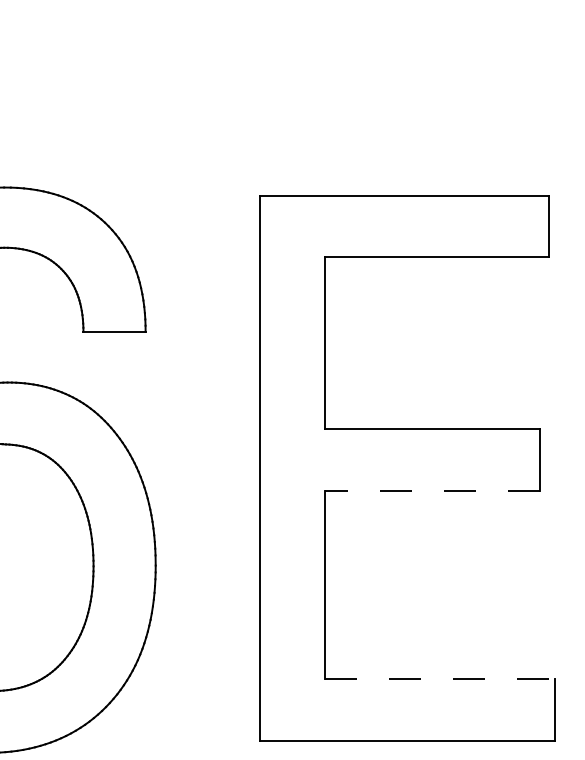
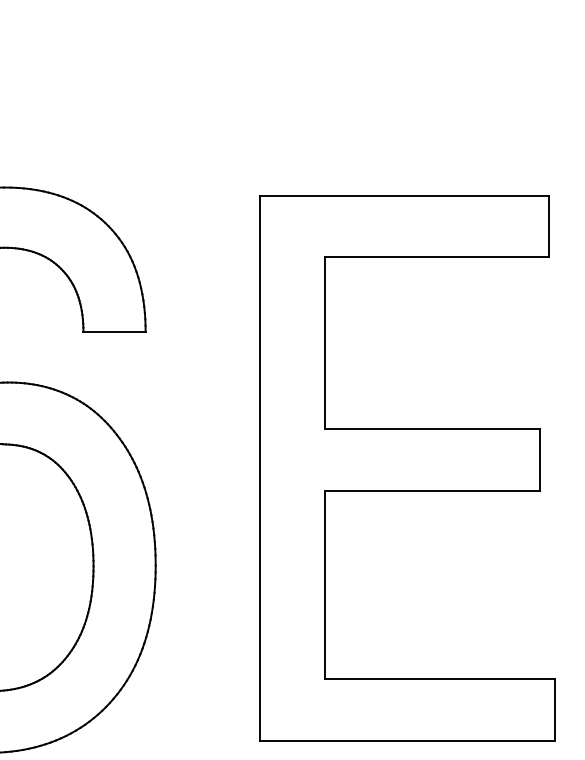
line at (432, 491): dashed -> solid
line at (440, 678): dashed -> solid
